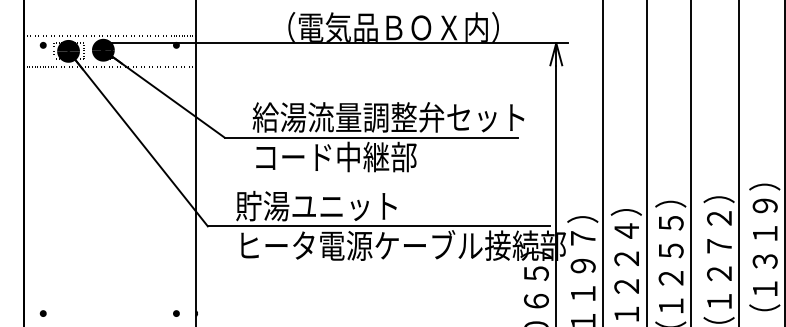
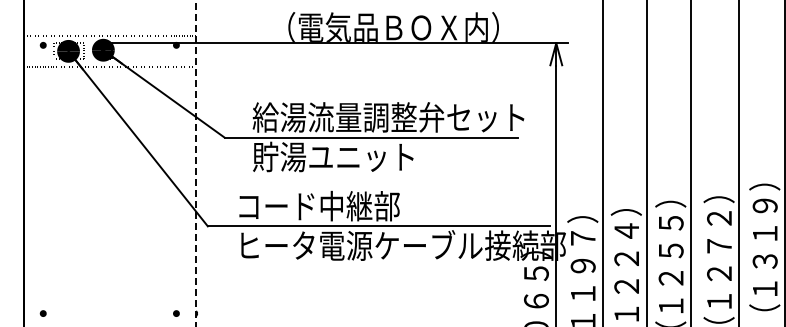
text at (334, 156): コード中継部 -> 貯湯ユニット
line at (195, 163): solid -> dashed
text at (317, 205): 貯湯ユニット -> コード中継部
